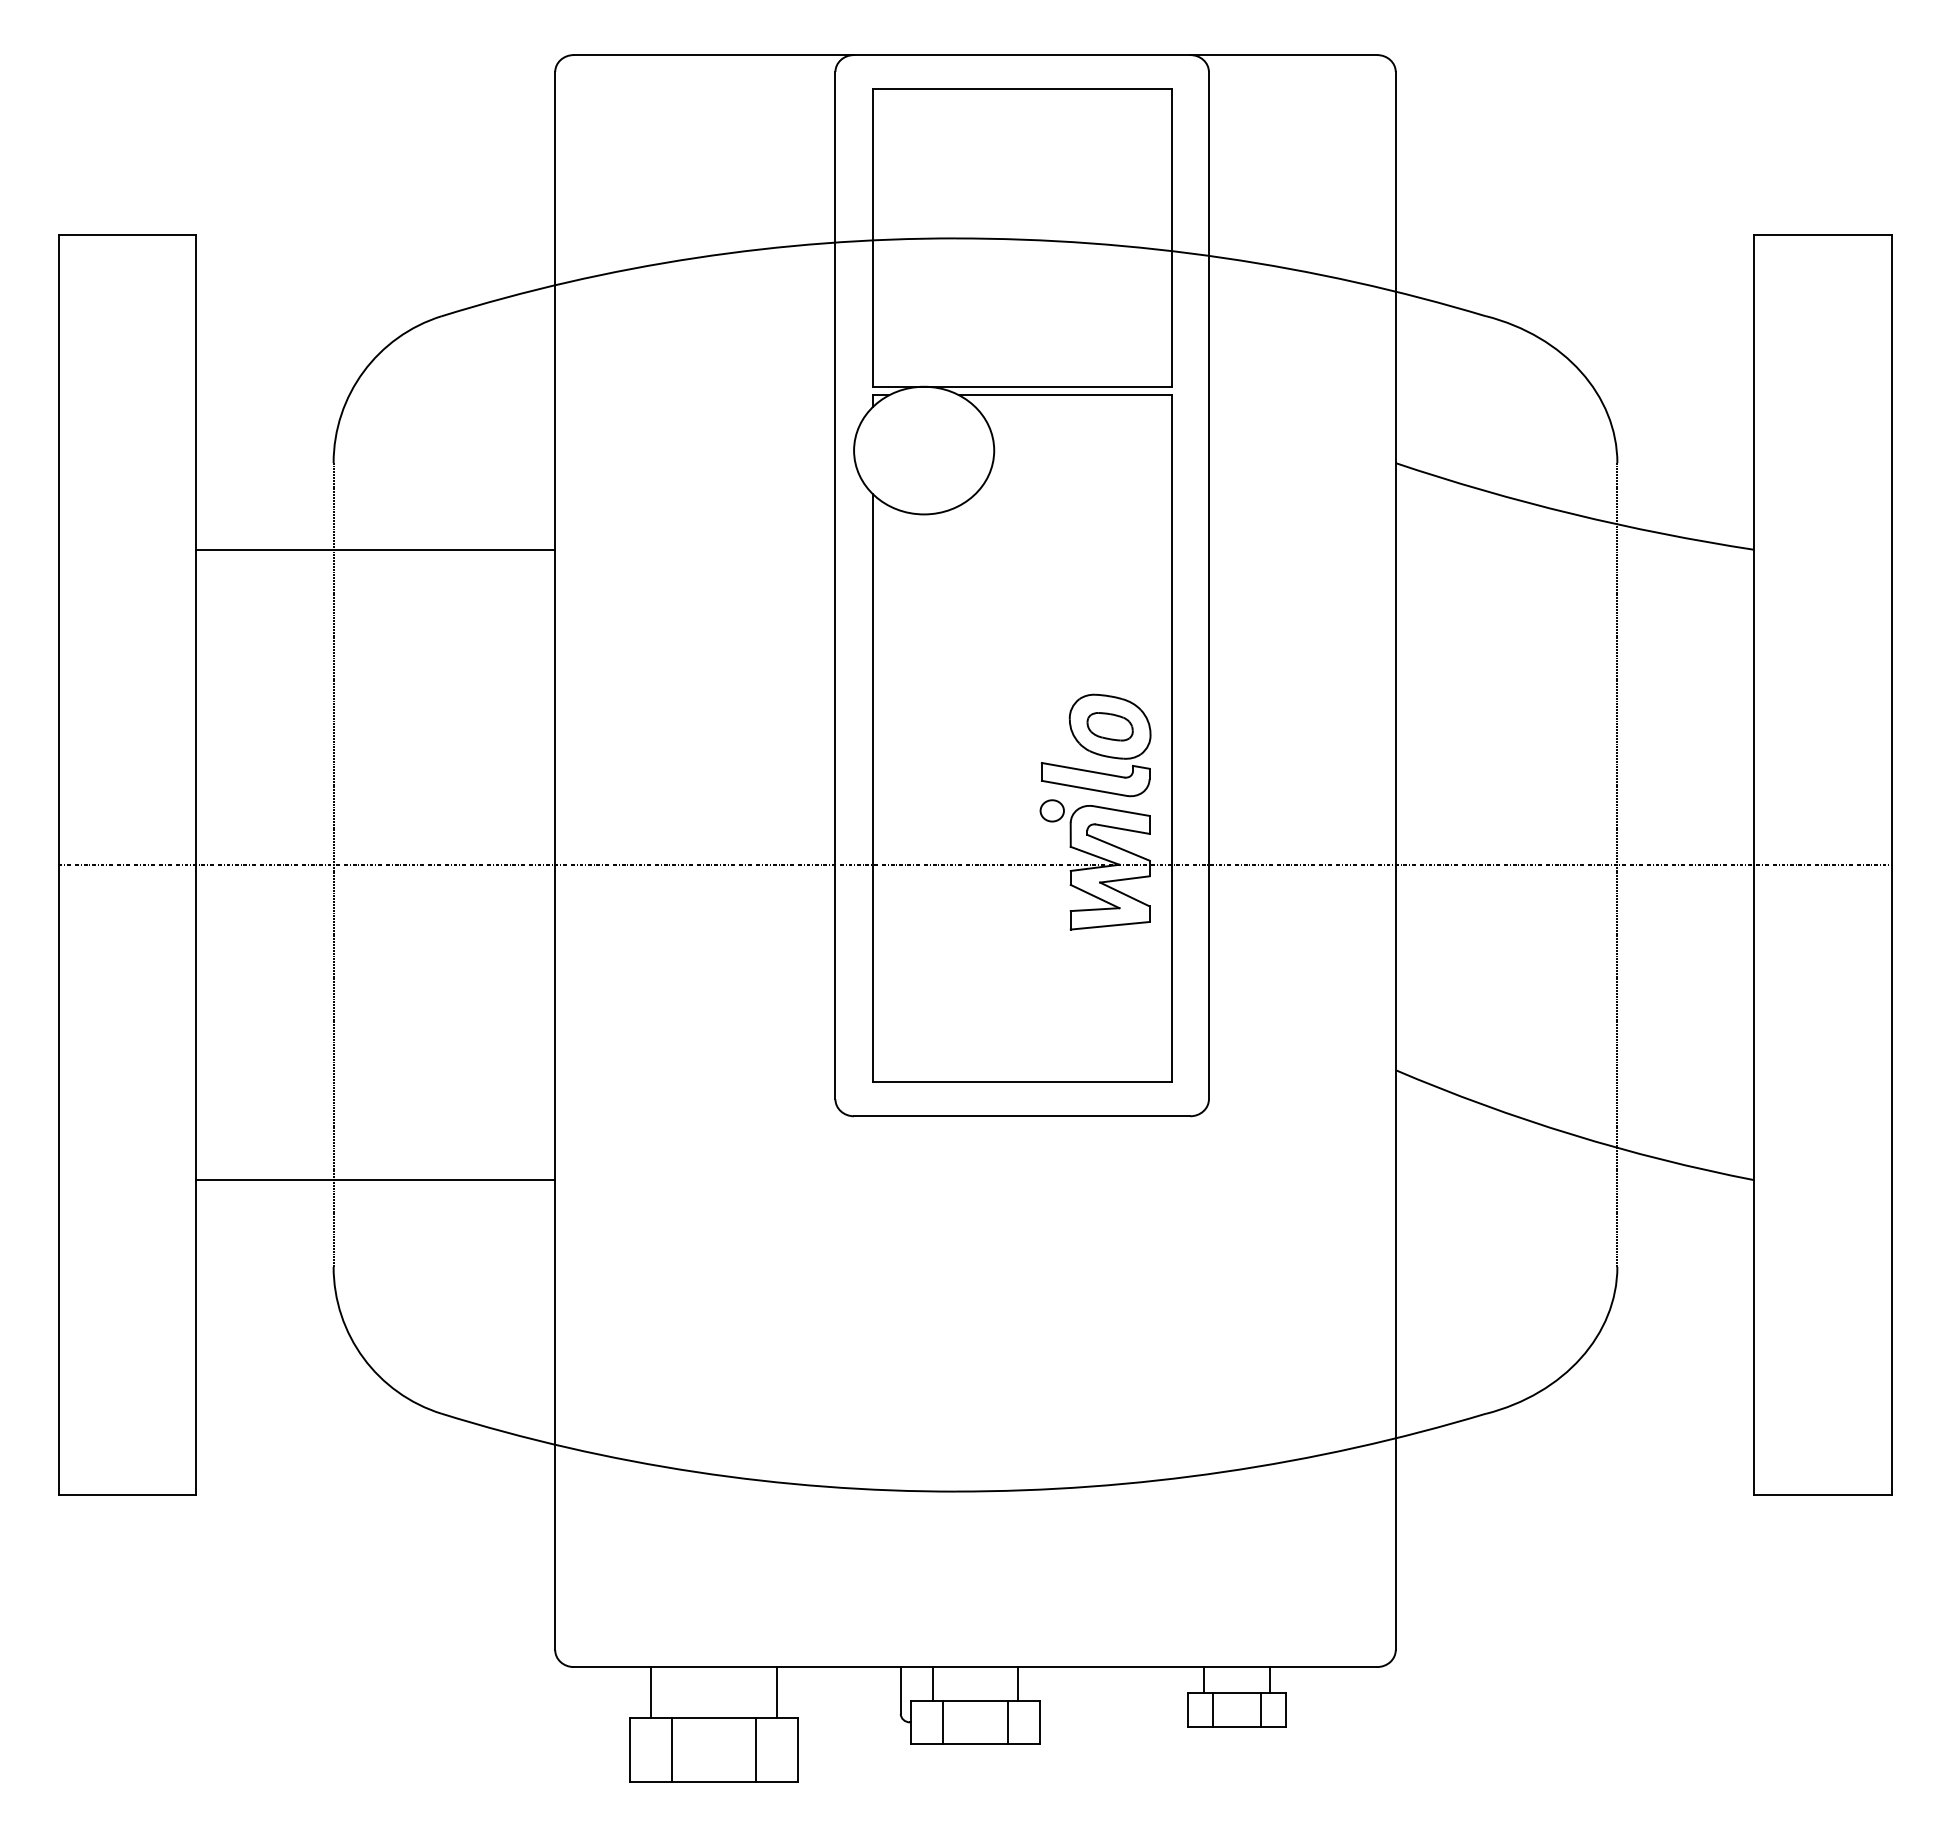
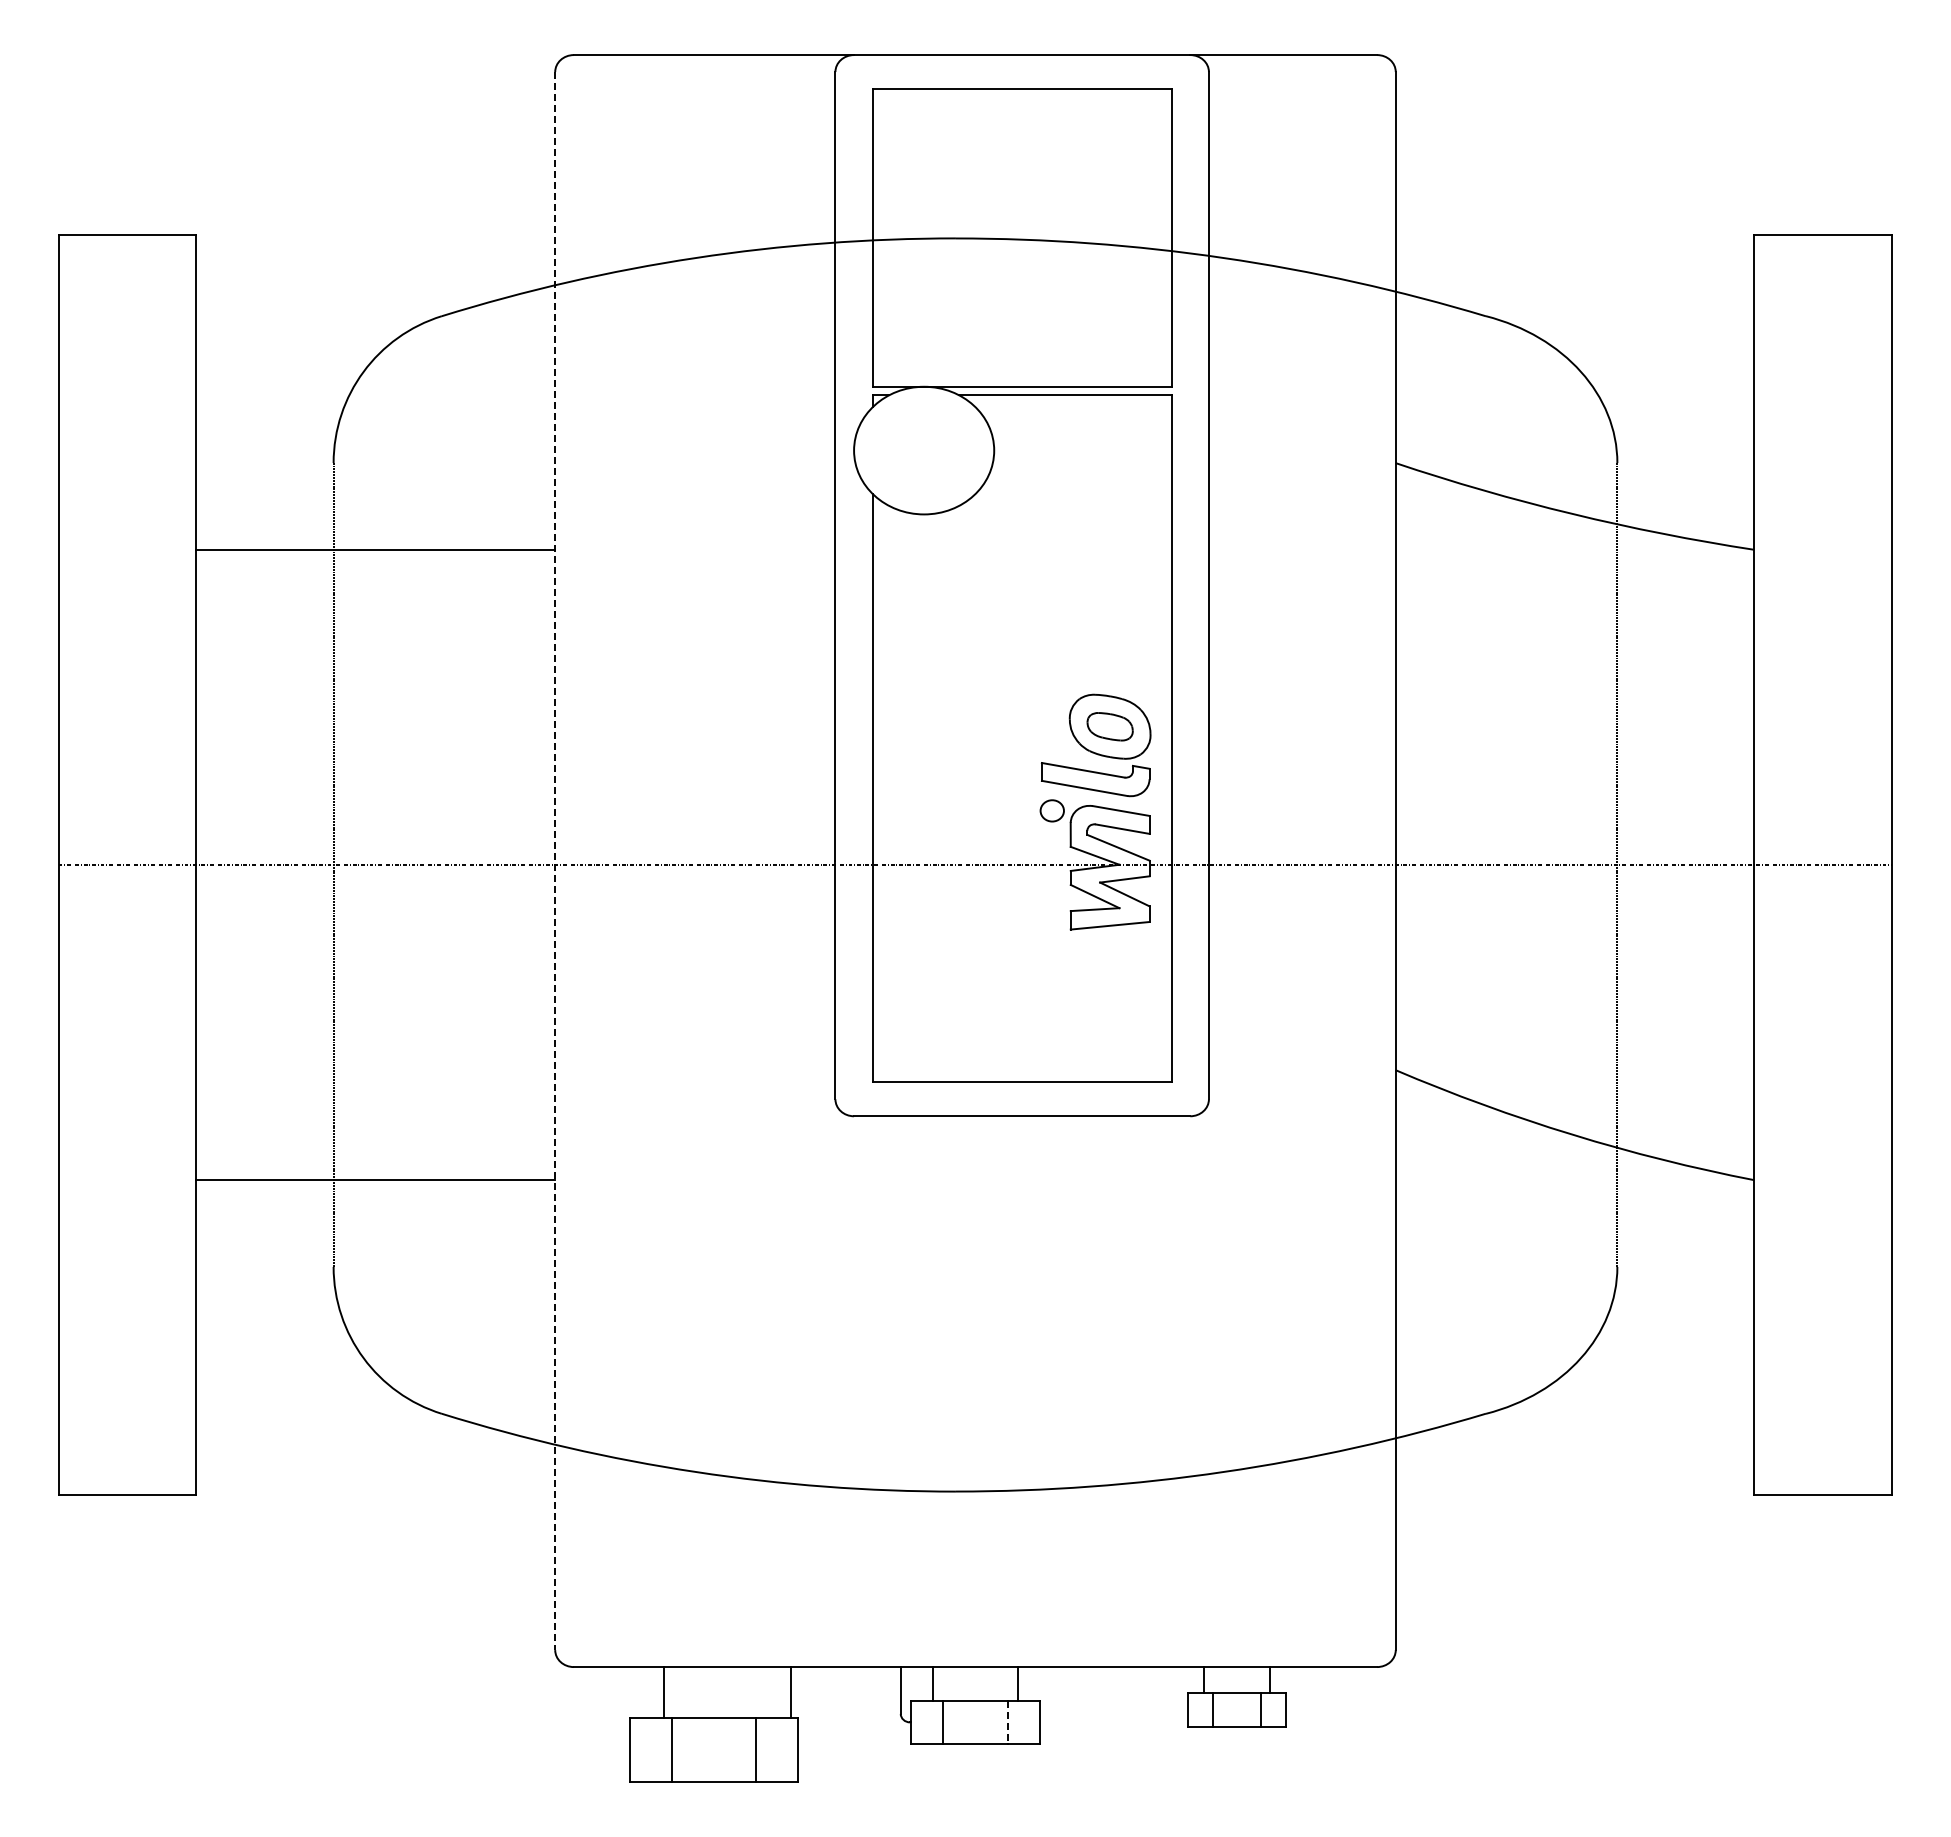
line at (555, 861): solid -> dashed
line at (650, 1692) position: (650, 1692) -> (663, 1692)
line at (777, 1692) position: (777, 1692) -> (791, 1692)
line at (1007, 1722): solid -> dashed
